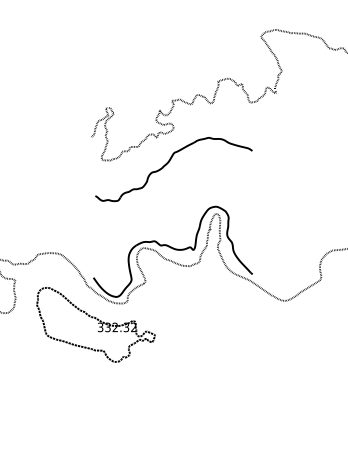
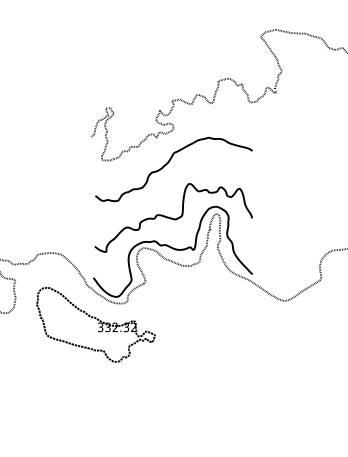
part at (173, 217): none -> present
